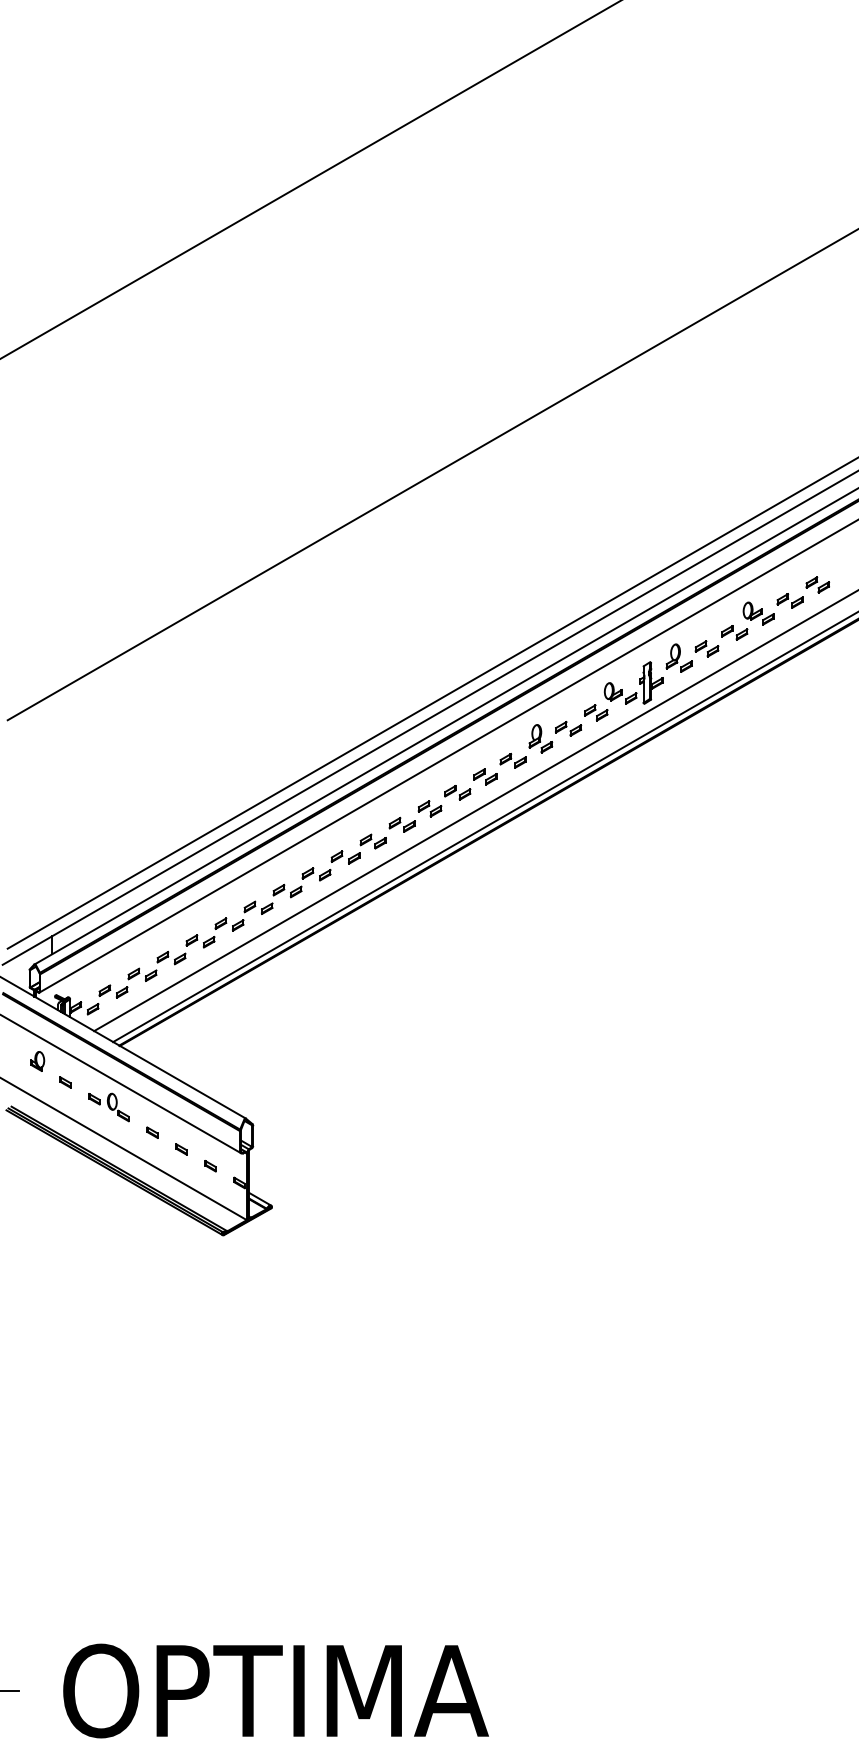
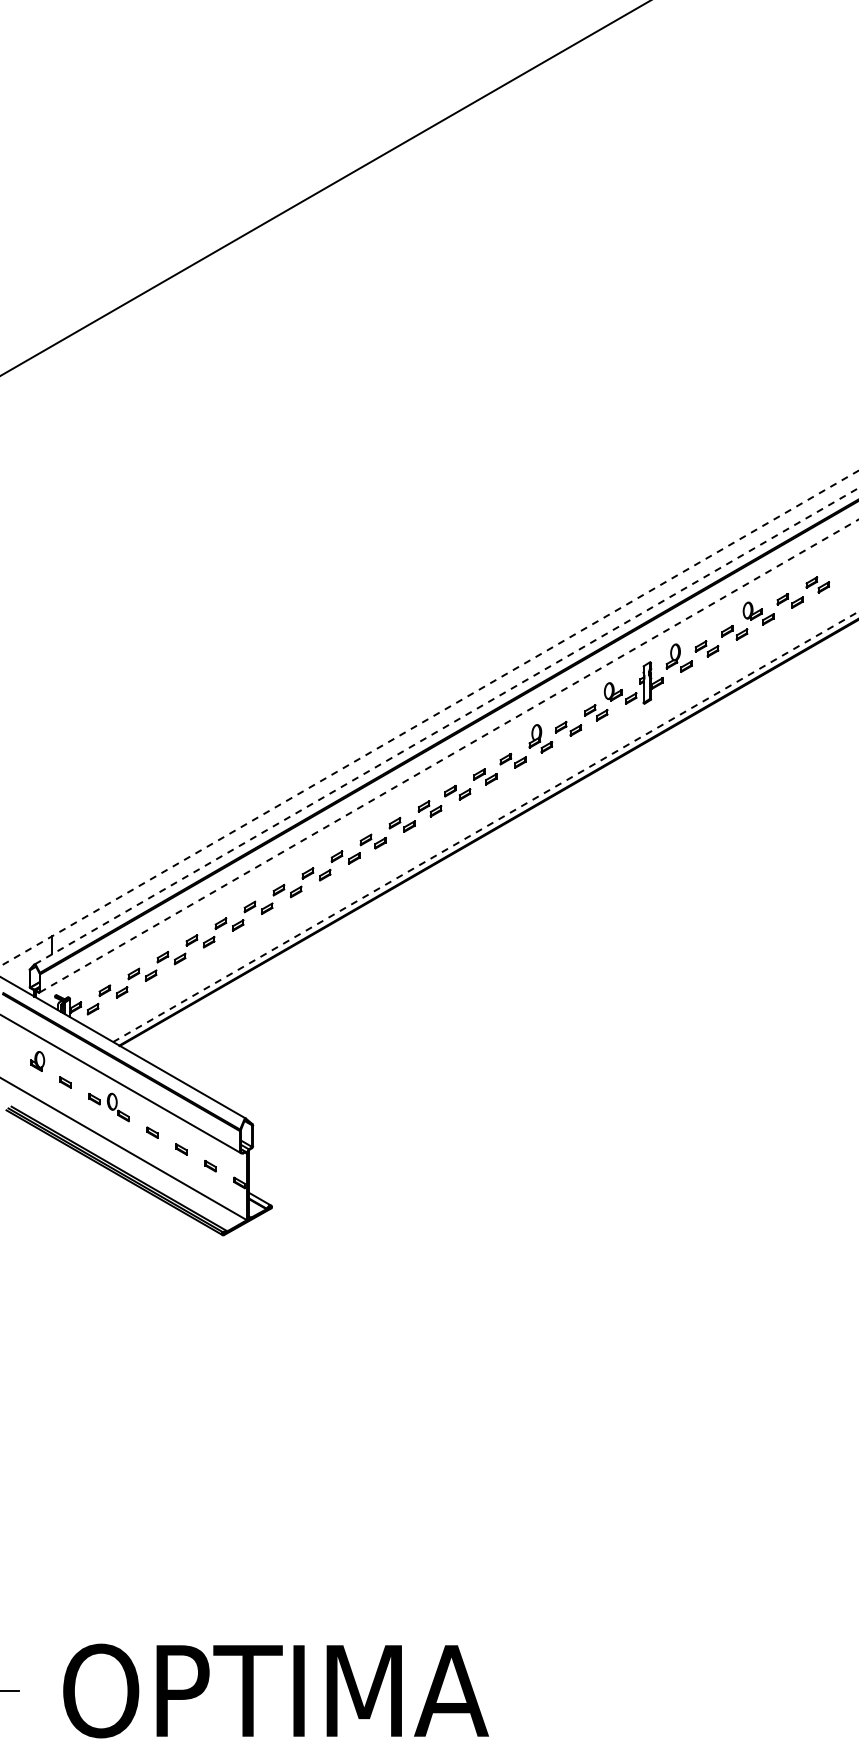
line at (309, 180) position: (309, 180) -> (324, 188)
line at (431, 475): present -> none
line at (431, 703): present -> none
line at (430, 717): solid -> dashed
line at (446, 726): solid -> dashed
line at (449, 755): solid -> dashed
line at (474, 811): present -> none
line at (486, 826): solid -> dashed
